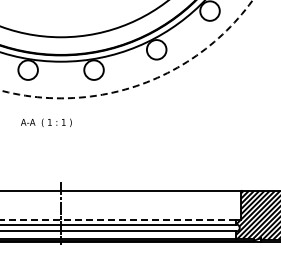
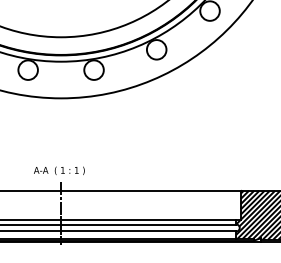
arc at (142, 83): dashed -> solid
text at (46, 122) position: (46, 122) -> (59, 170)
line at (118, 219): dashed -> solid
